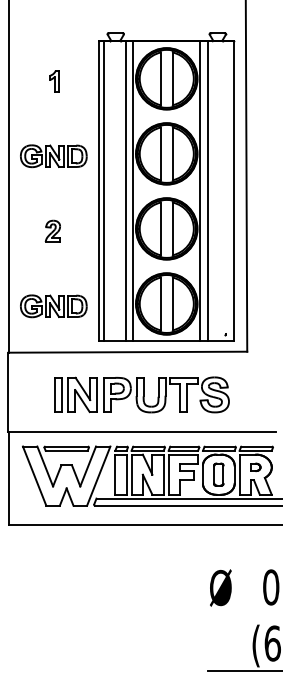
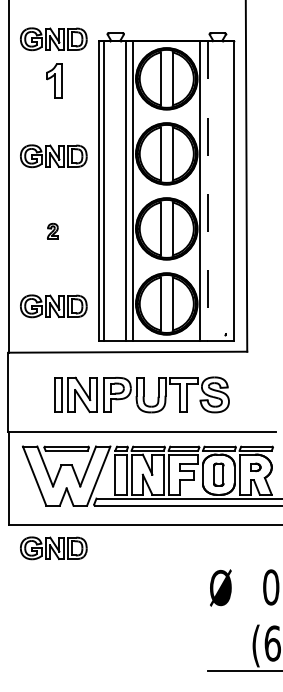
part at (53, 39): none -> present
part at (54, 81) size: 11x23 px -> 17x36 px
line at (207, 191): solid -> dashed
part at (52, 230) size: 17x24 px -> 12x17 px
part at (53, 548): none -> present
